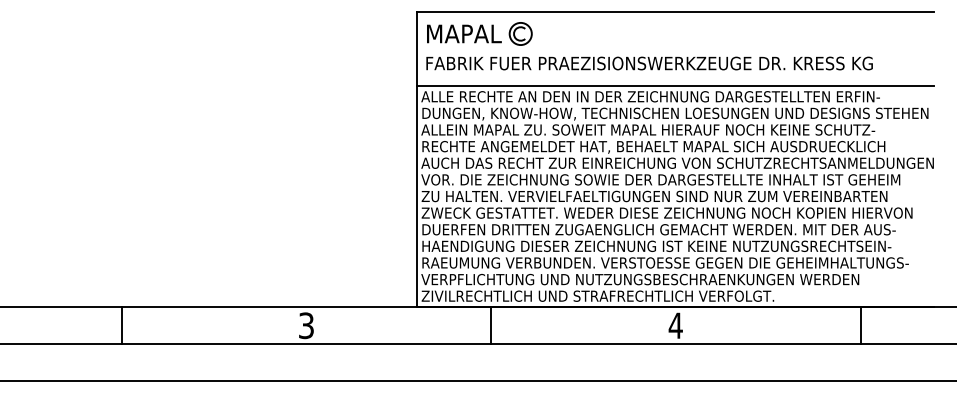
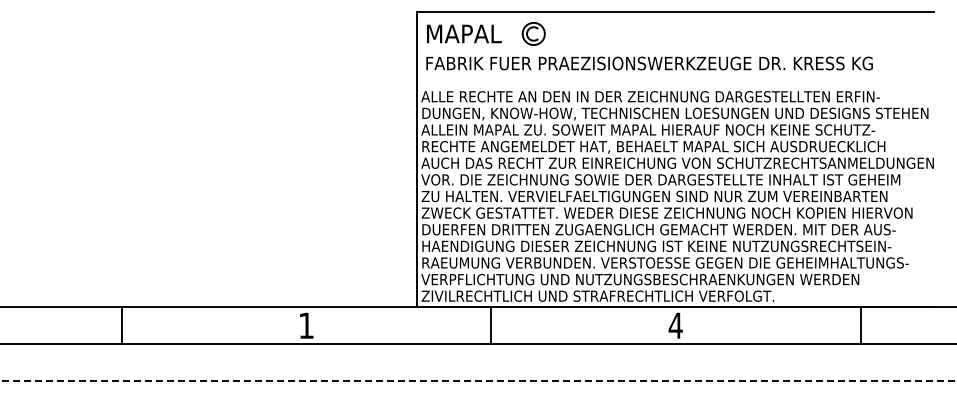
part at (520, 33) position: (520, 33) -> (533, 33)
line at (675, 85): present -> none
text at (306, 325): 3 -> 1
line at (478, 381): solid -> dashed
